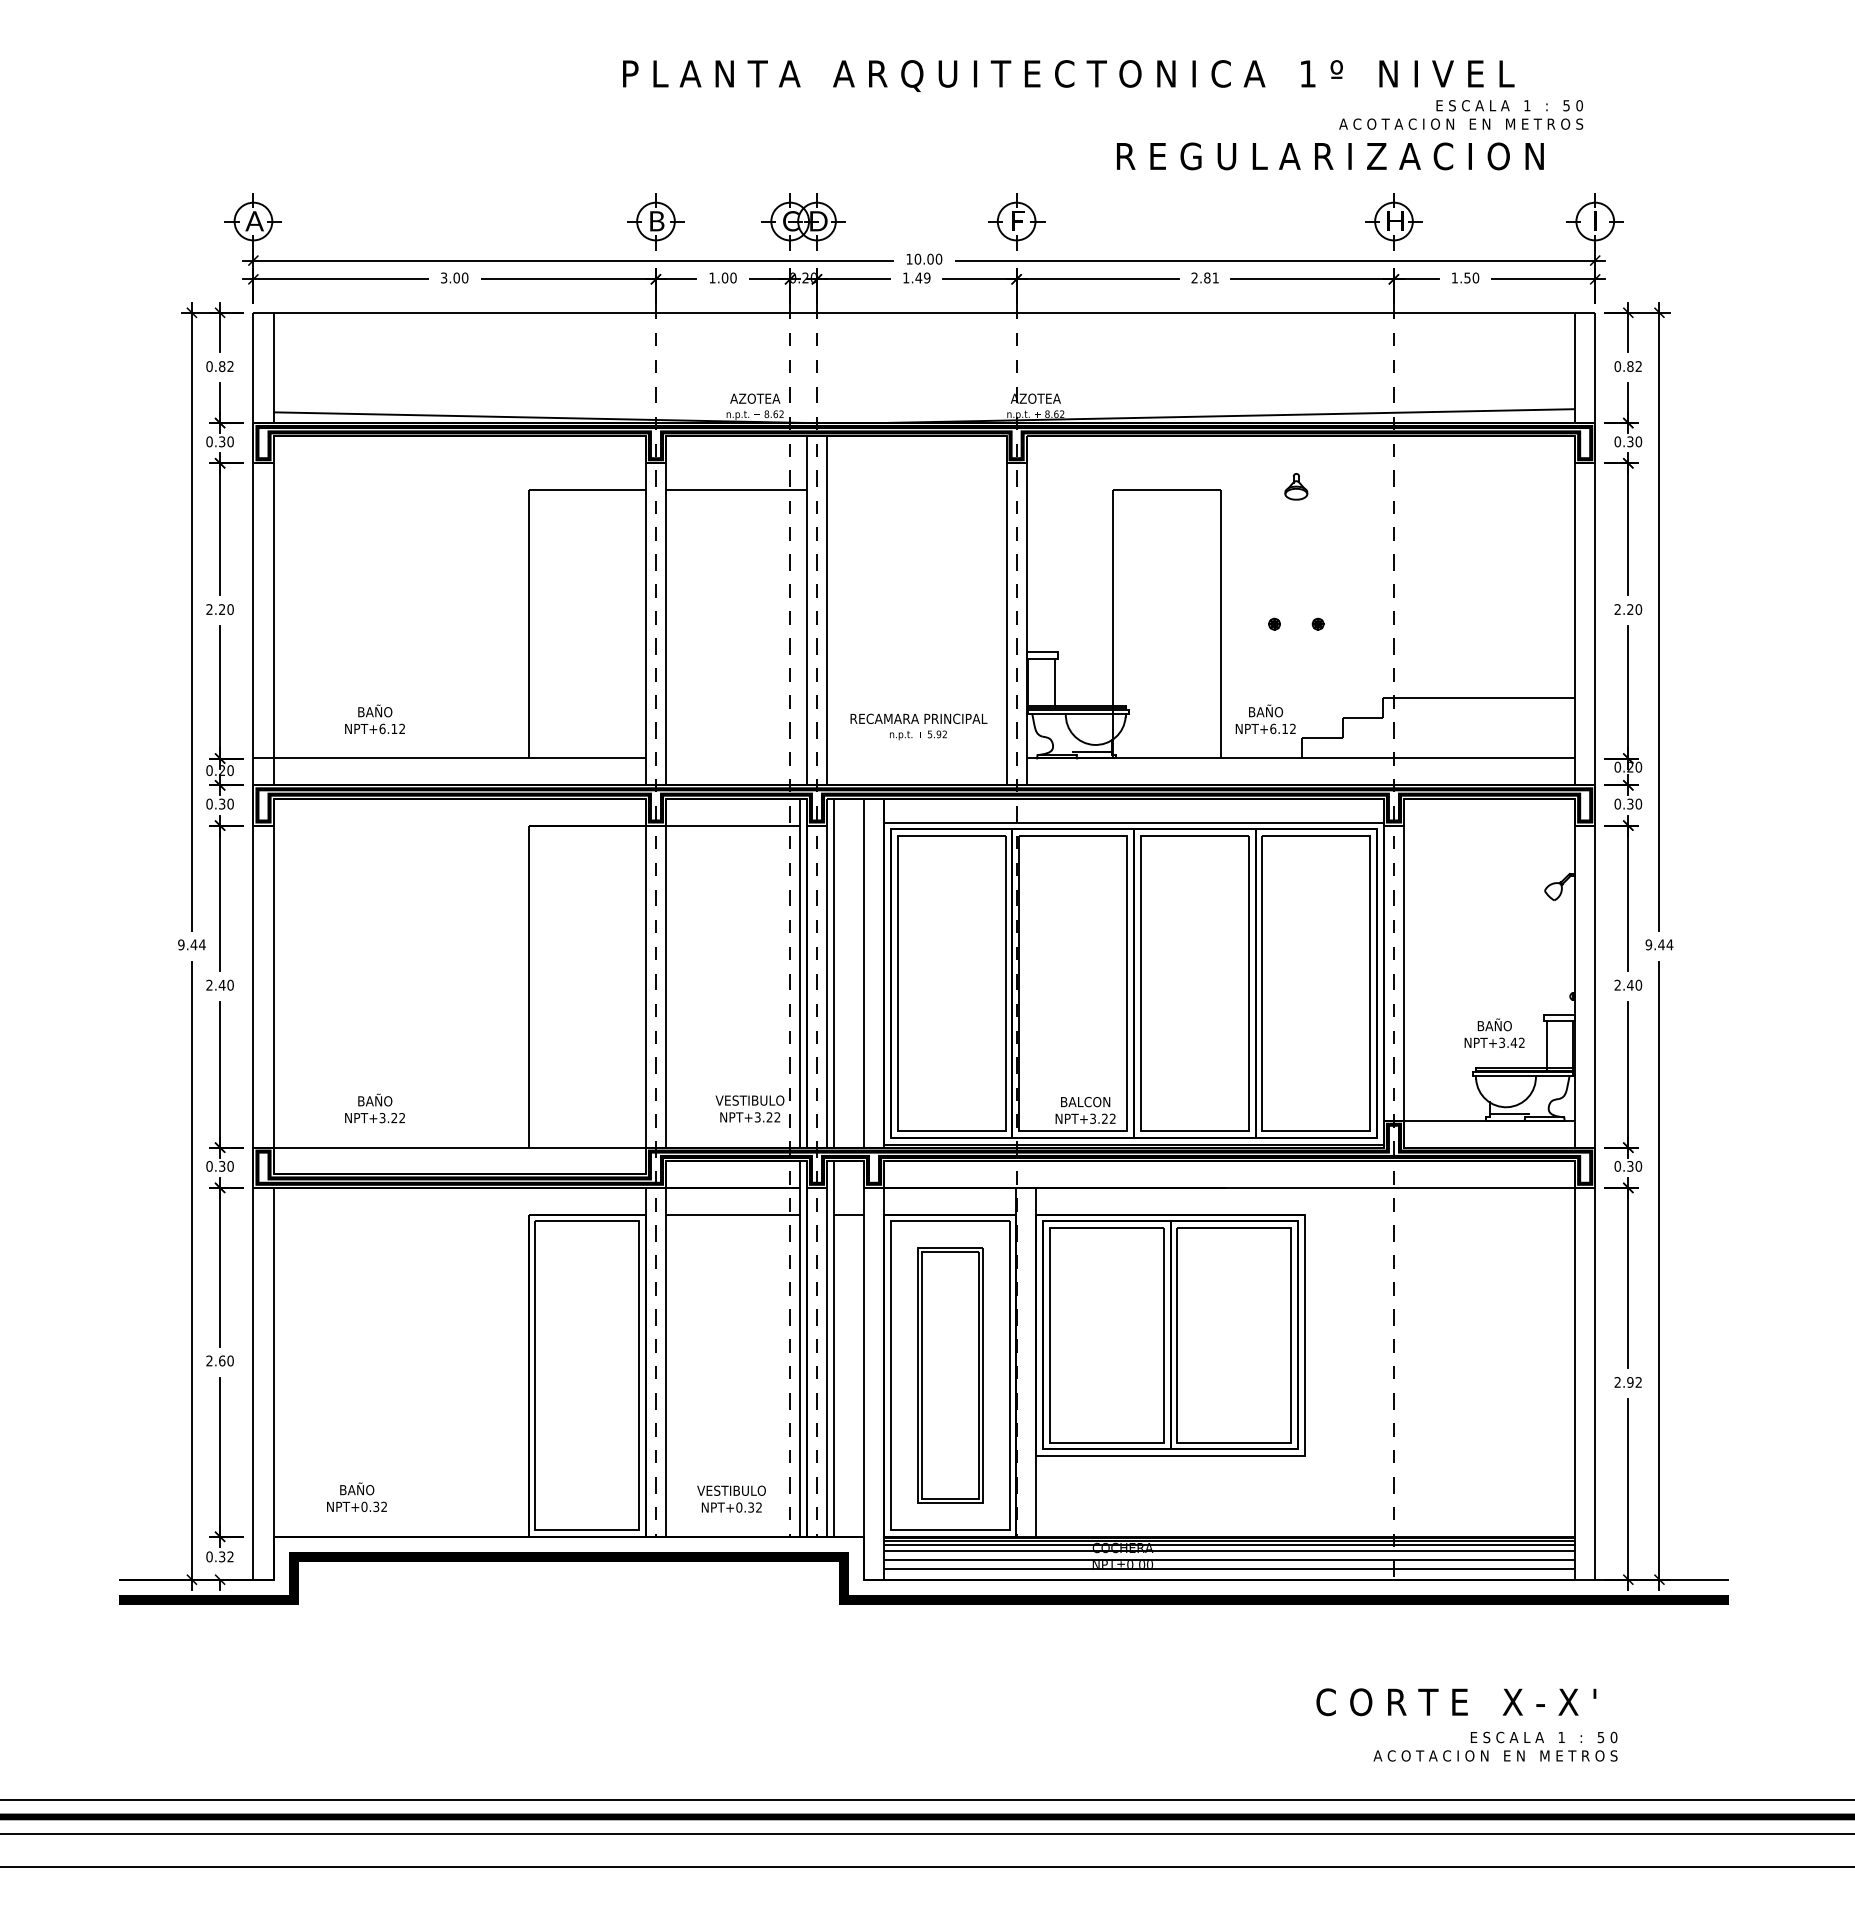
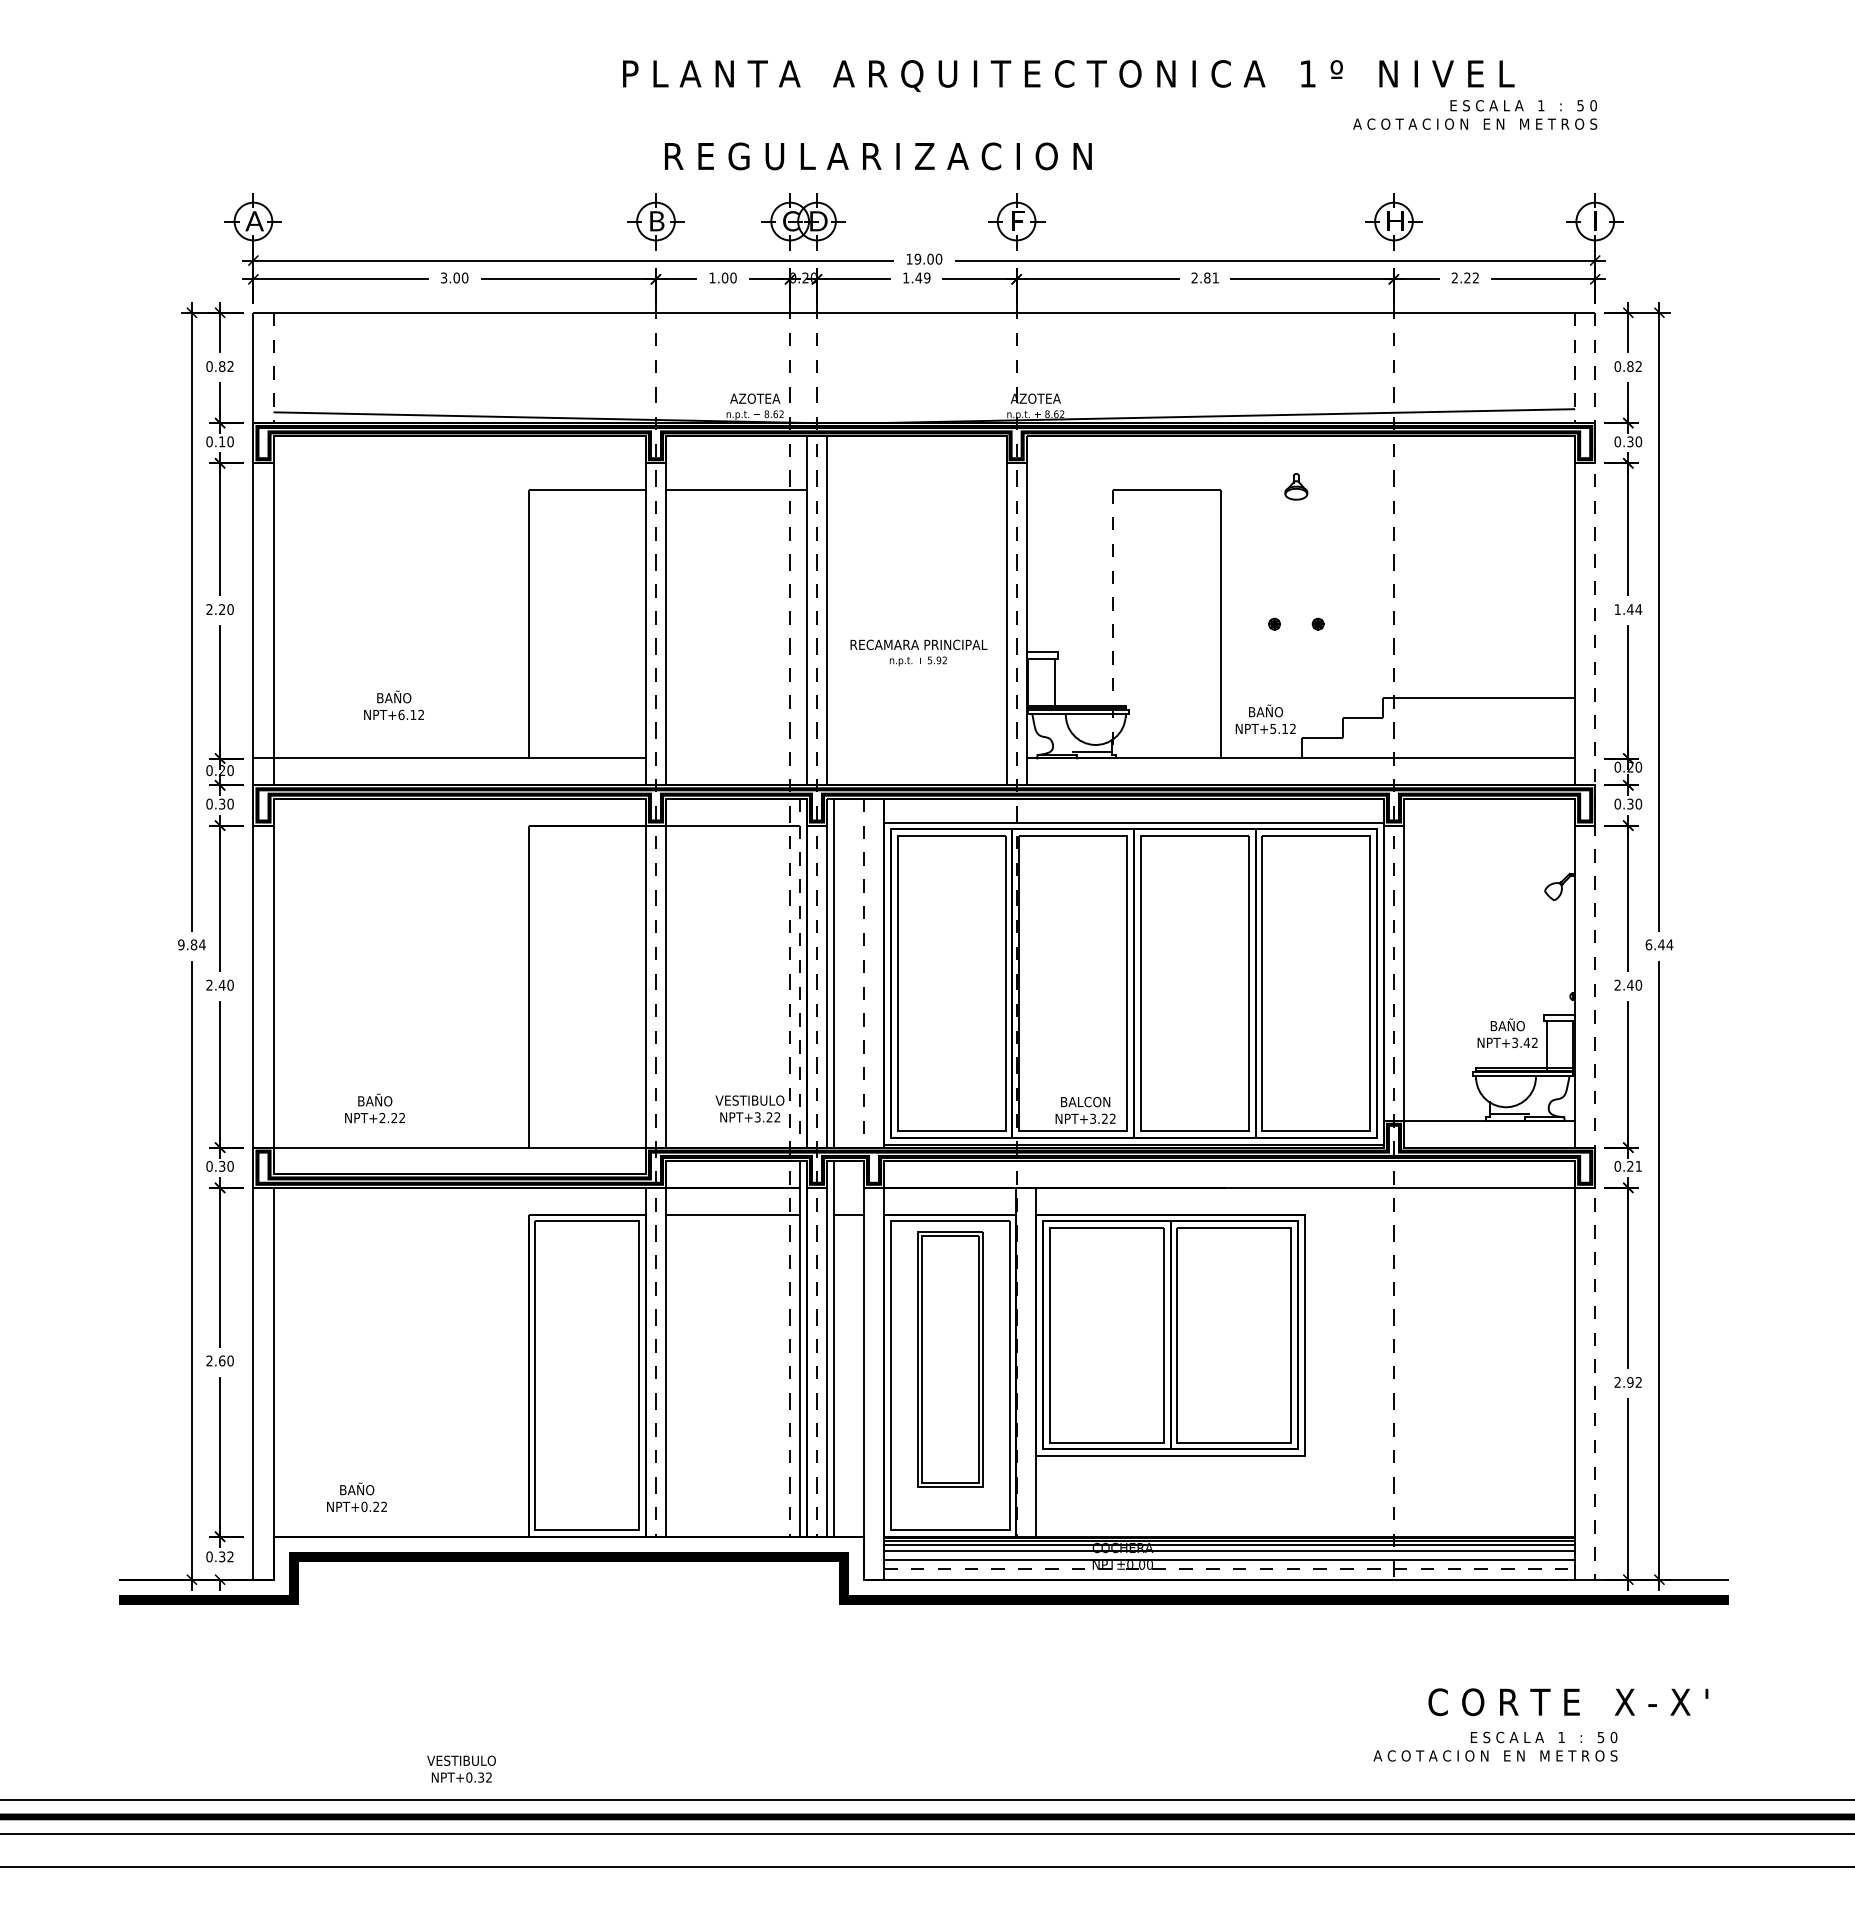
text at (1461, 114) position: (1461, 114) -> (1475, 114)
text at (1330, 156) position: (1330, 156) -> (878, 156)
text at (917, 259): 10.00 -> 19.00
text at (1465, 277): 1.50 -> 2.22
line at (273, 368): solid -> dashed
line at (1575, 368): solid -> dashed
text at (222, 441): 0.30 -> 0.10
text at (1628, 609): 2.20 -> 1.44
line at (1113, 624): solid -> dashed
text at (374, 719) position: (374, 719) -> (393, 705)
text at (918, 726) position: (918, 726) -> (918, 652)
text at (1273, 728): NPT+6.12 -> NPT+5.12
text at (193, 944): 9.44 -> 9.84
text at (1648, 944): 9.44 -> 6.44
line at (1595, 946): solid -> dashed
line at (800, 973): solid -> dashed
line at (863, 973): solid -> dashed
text at (1494, 1032) position: (1494, 1032) -> (1507, 1032)
text at (382, 1118): NPT+3.22 -> NPT+2.22
text at (1634, 1166): 0.30 -> 0.21
part at (950, 1375) position: (950, 1375) -> (950, 1359)
text at (731, 1498) position: (731, 1498) -> (461, 1768)
text at (376, 1507): NPT+0.32 -> NPT+0.22
line at (1229, 1568): solid -> dashed
text at (1456, 1702) position: (1456, 1702) -> (1568, 1702)
